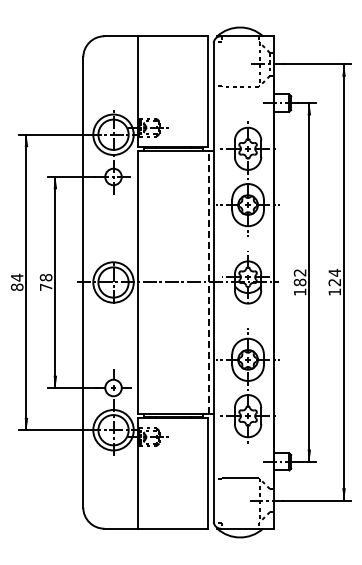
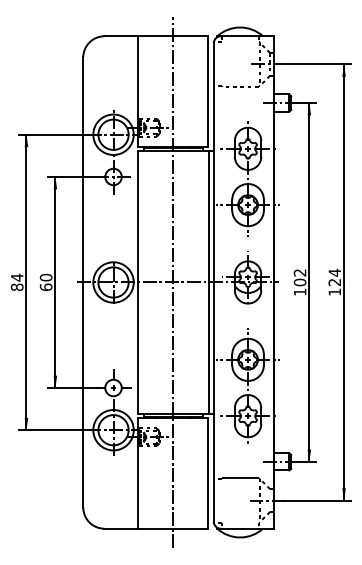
text at (45, 281): 78 -> 60
line at (173, 282): none -> present
line at (208, 282): dashed -> solid
text at (300, 282): 182 -> 102
